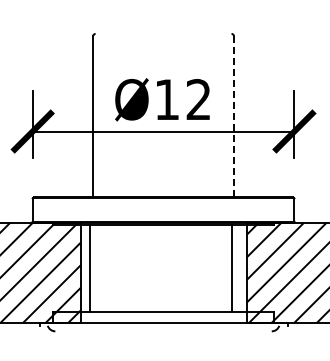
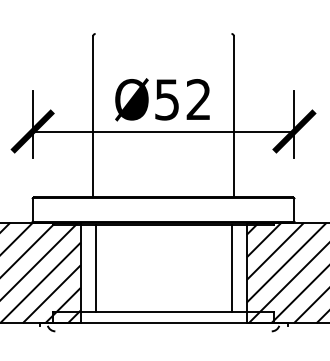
text at (166, 99): Ø12 -> Ø52
line at (234, 116): dashed -> solid
line at (89, 268) position: (89, 268) -> (95, 268)
